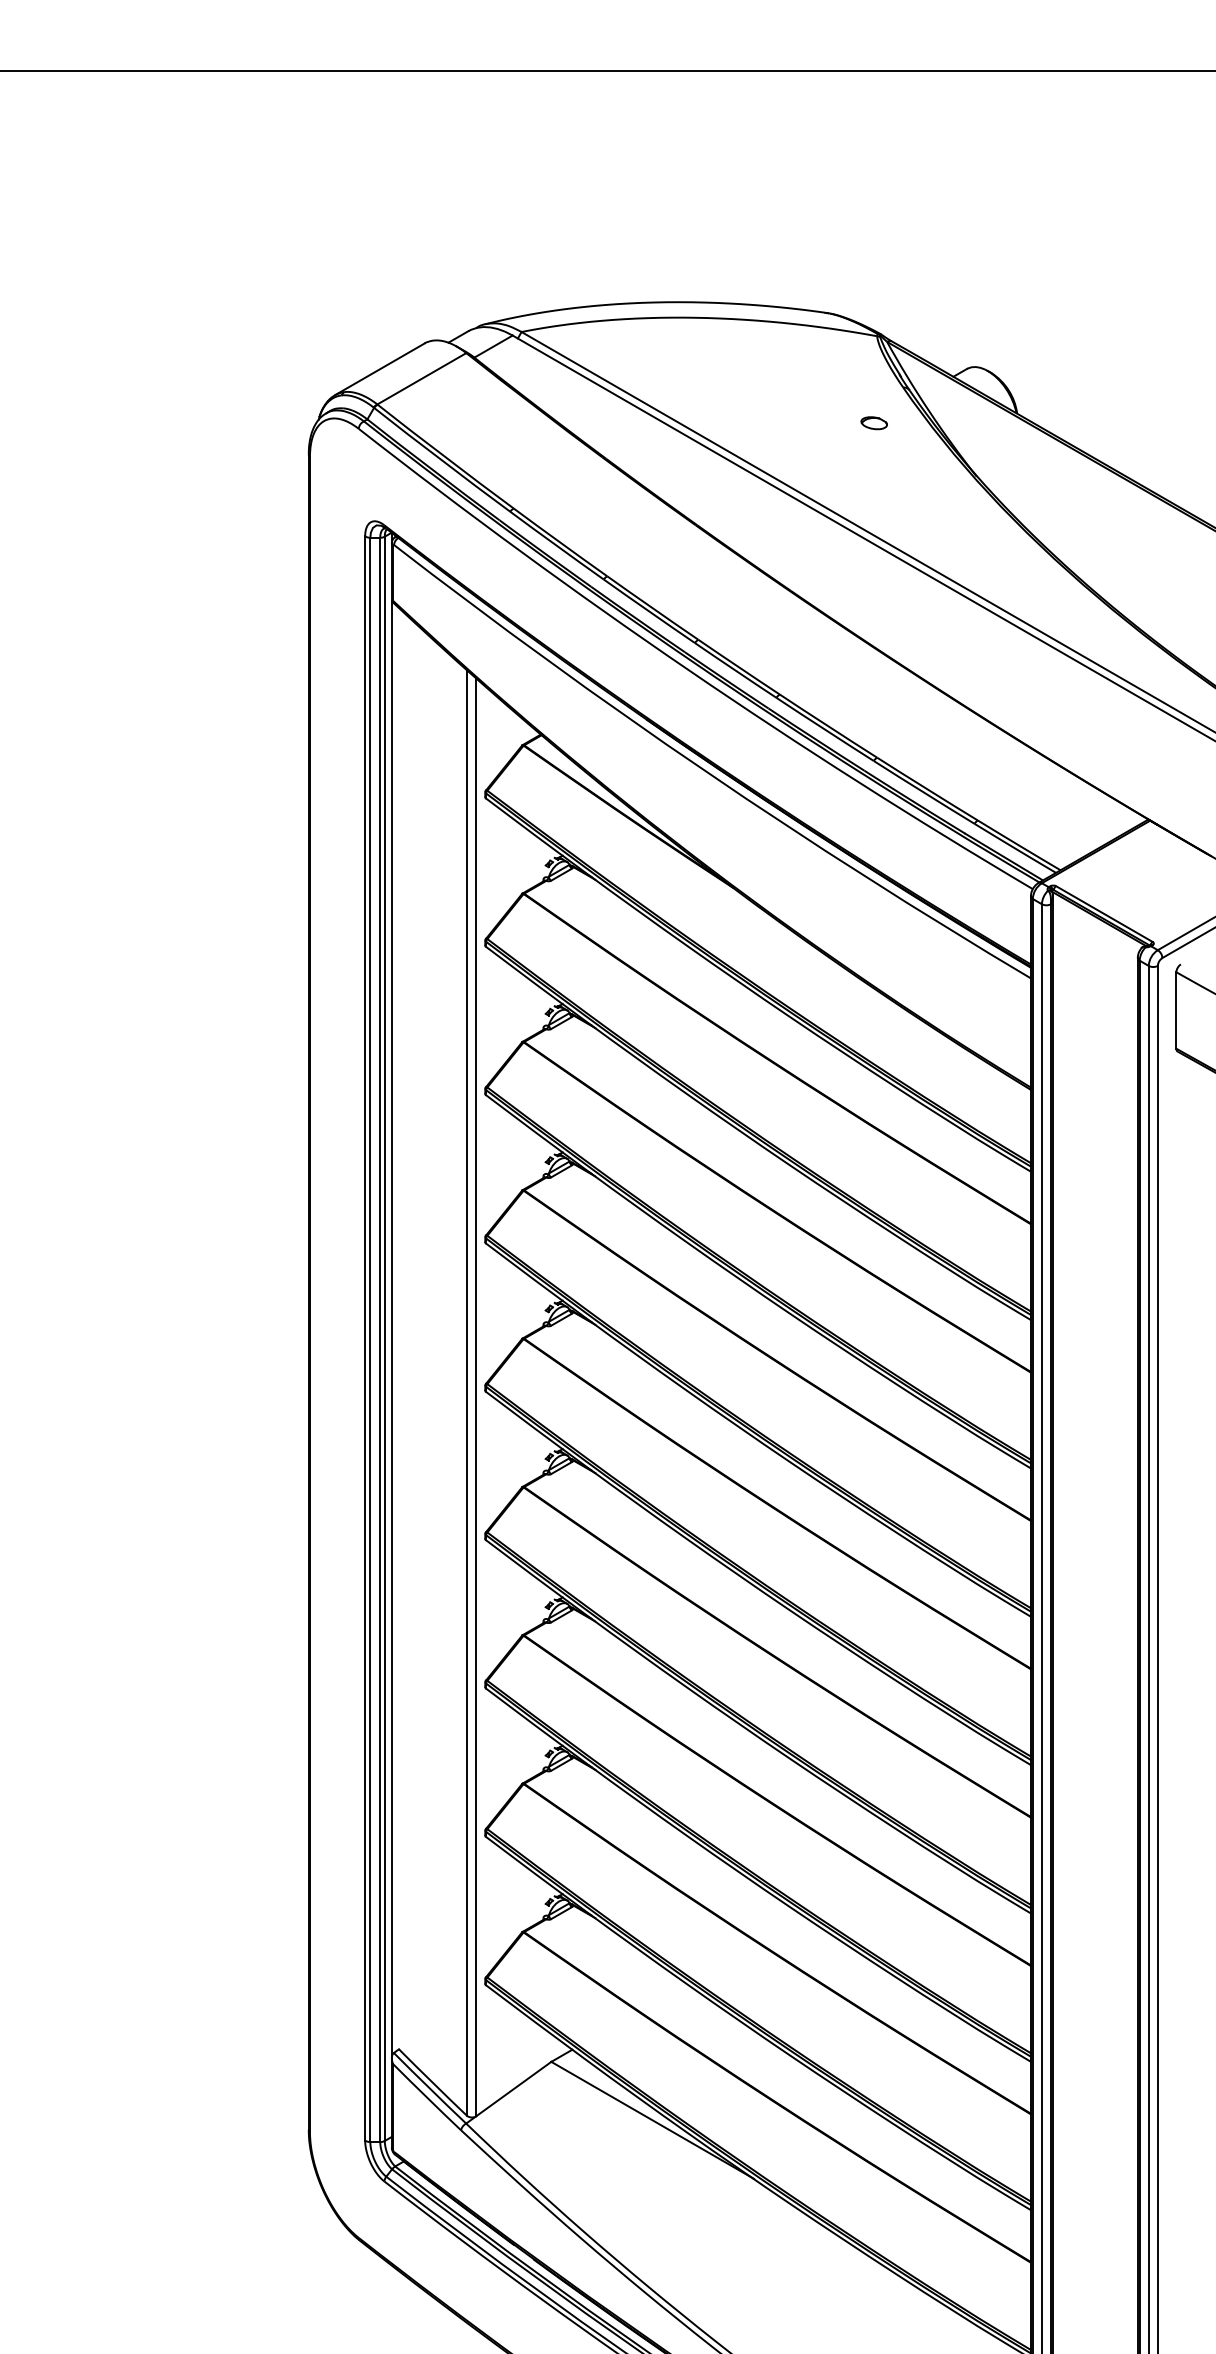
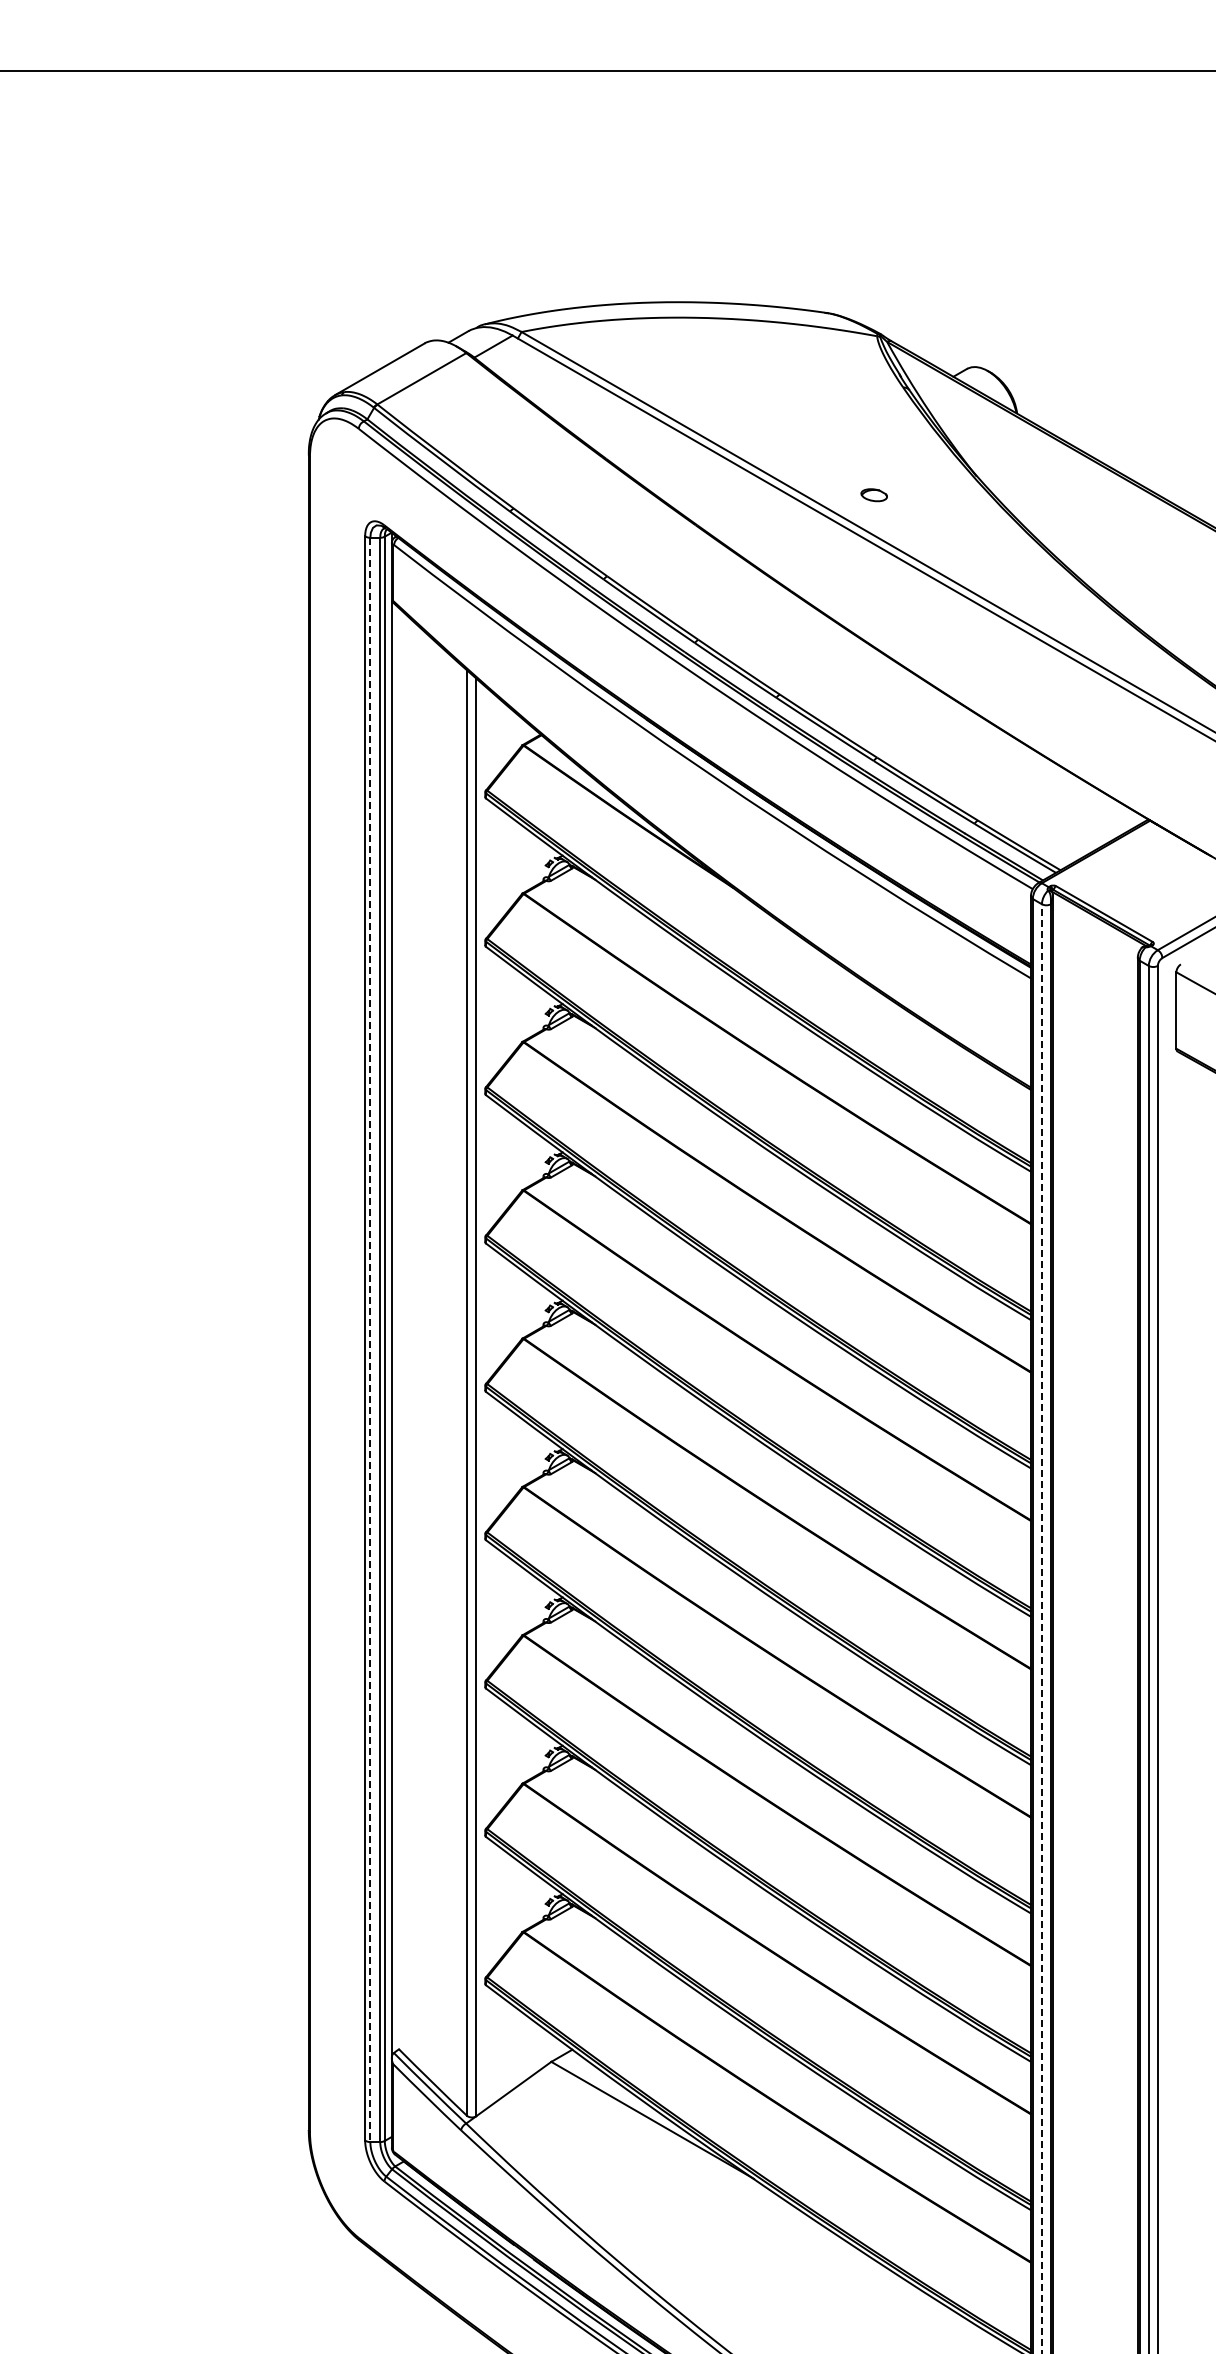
part at (873, 423) position: (873, 423) -> (873, 495)
line at (370, 1340): solid -> dashed
line at (1041, 1628): solid -> dashed
